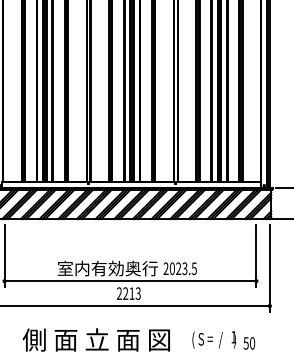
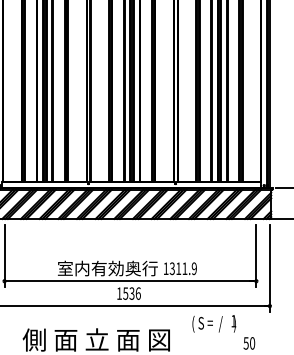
text at (179, 268): 2023.5 -> 1311.9
text at (128, 293): 2213 -> 1536
text at (214, 339) position: (214, 339) -> (214, 323)
